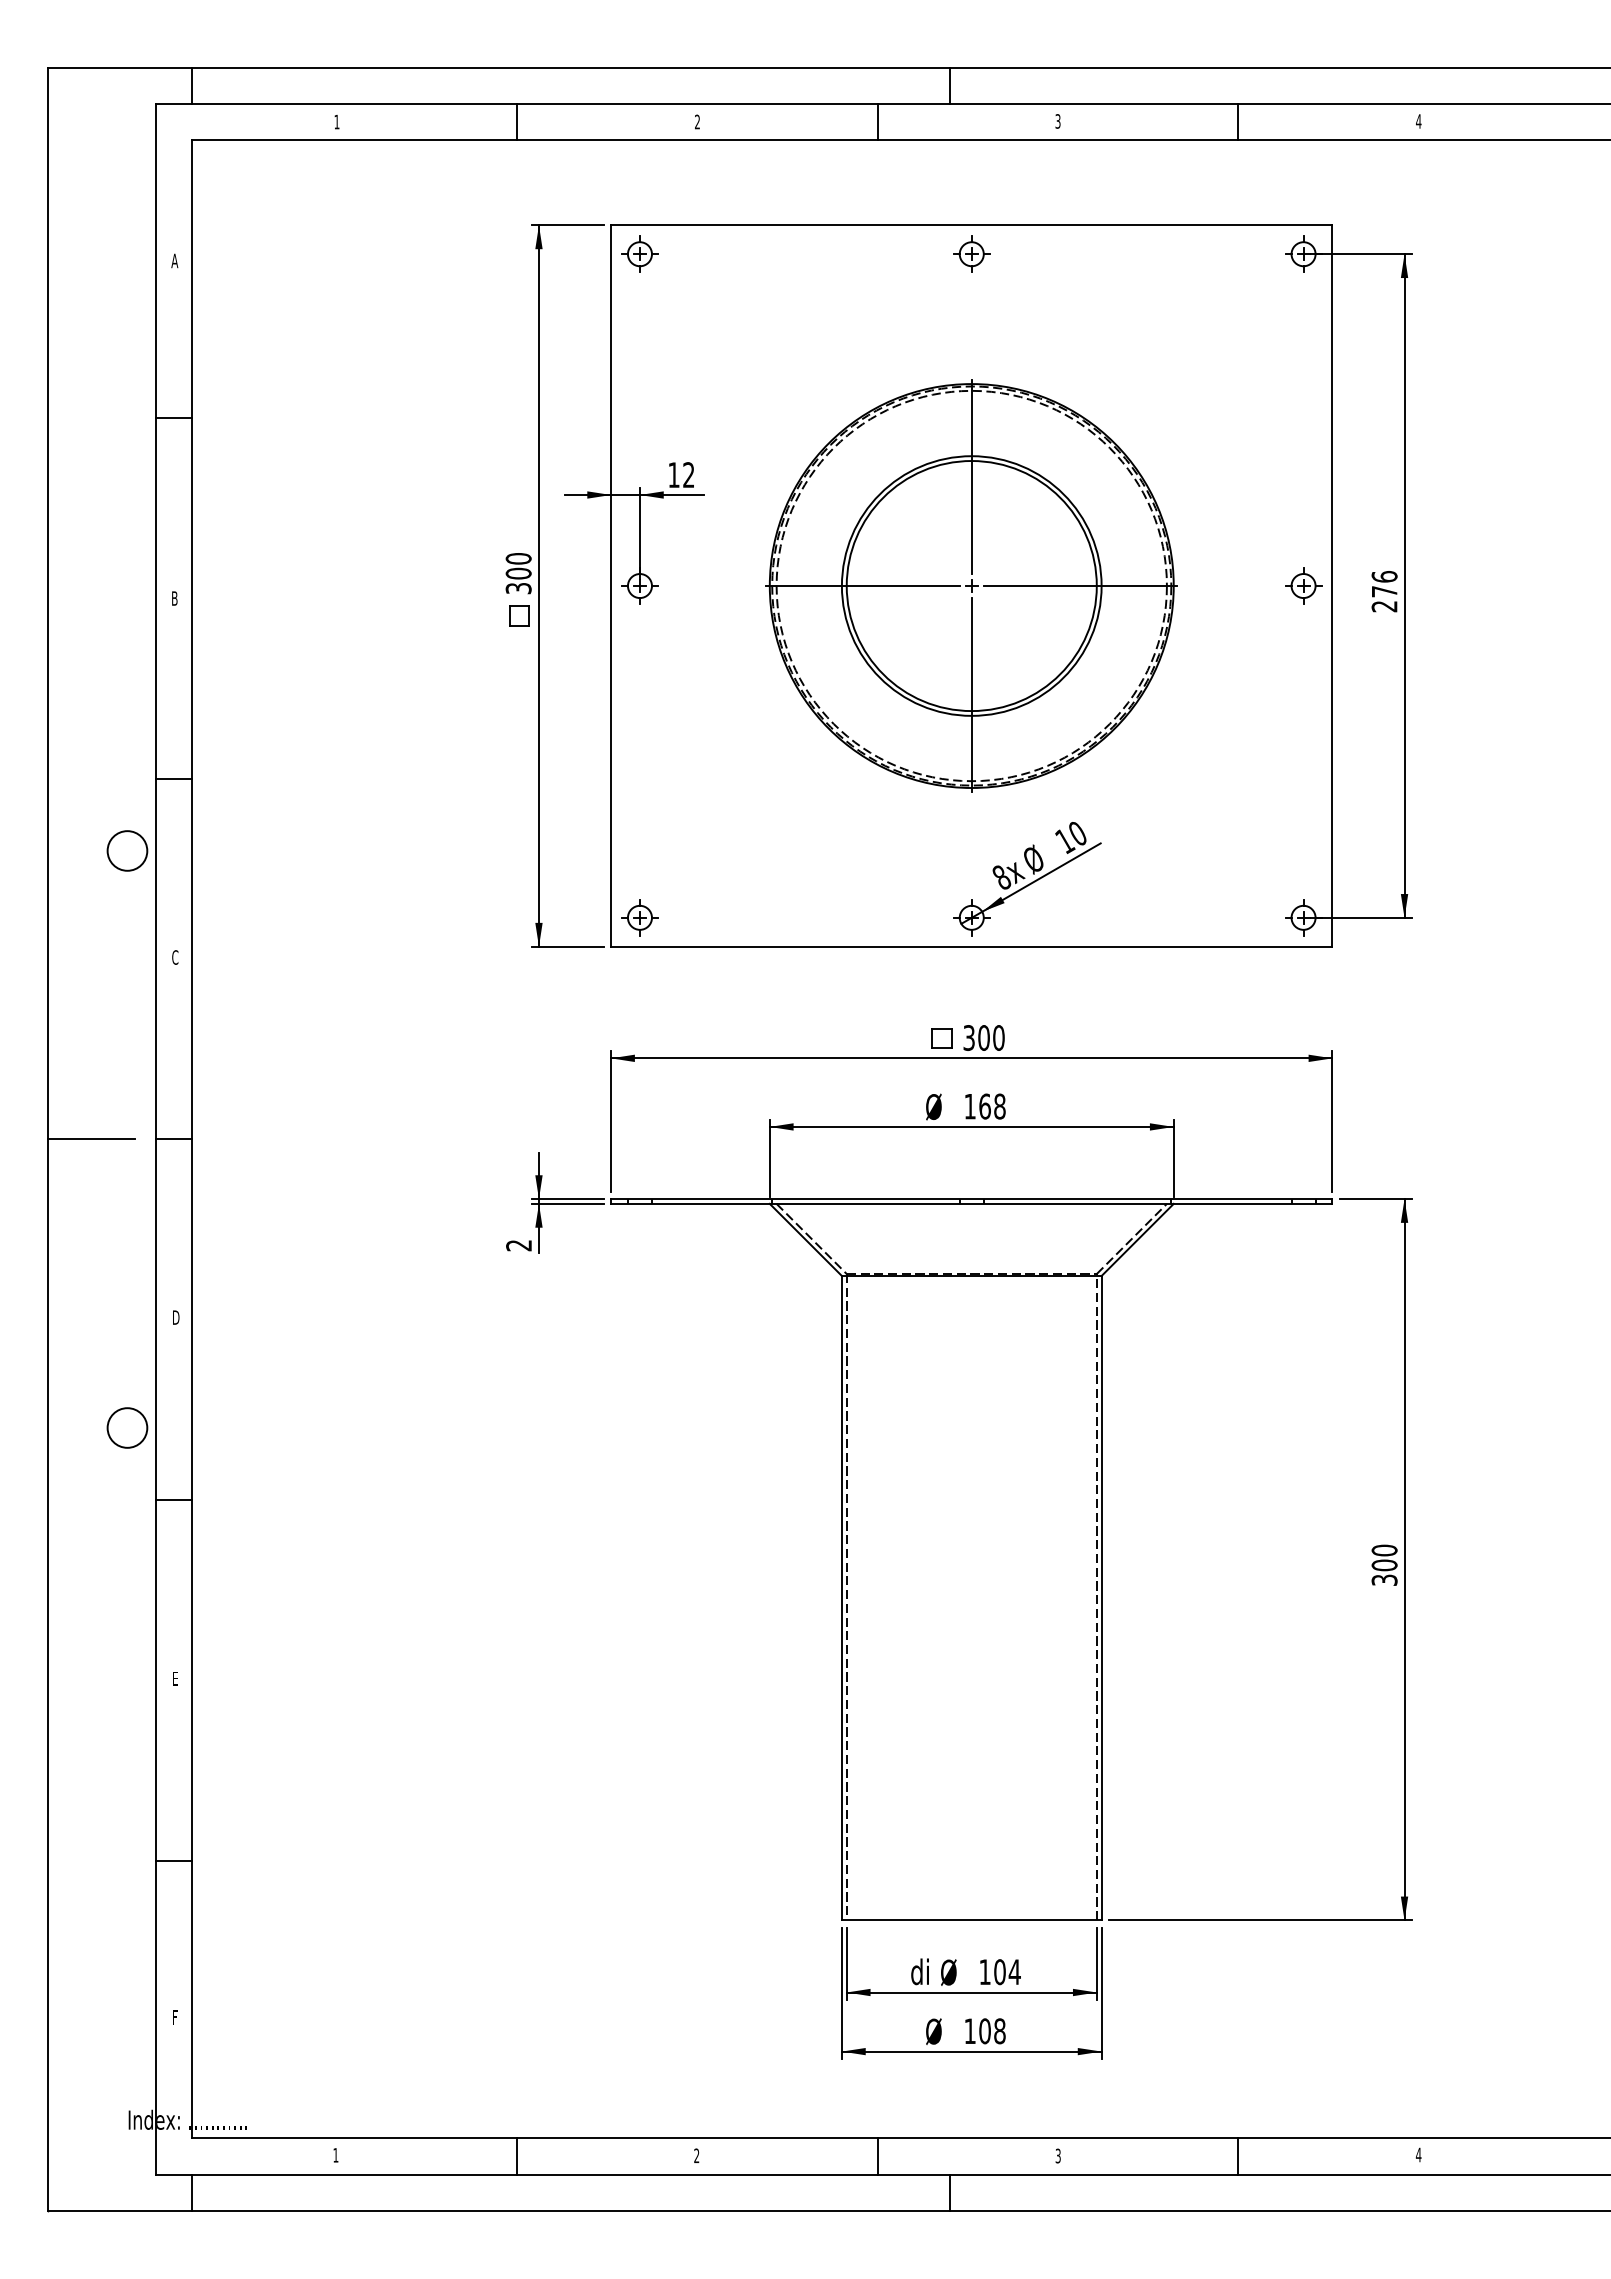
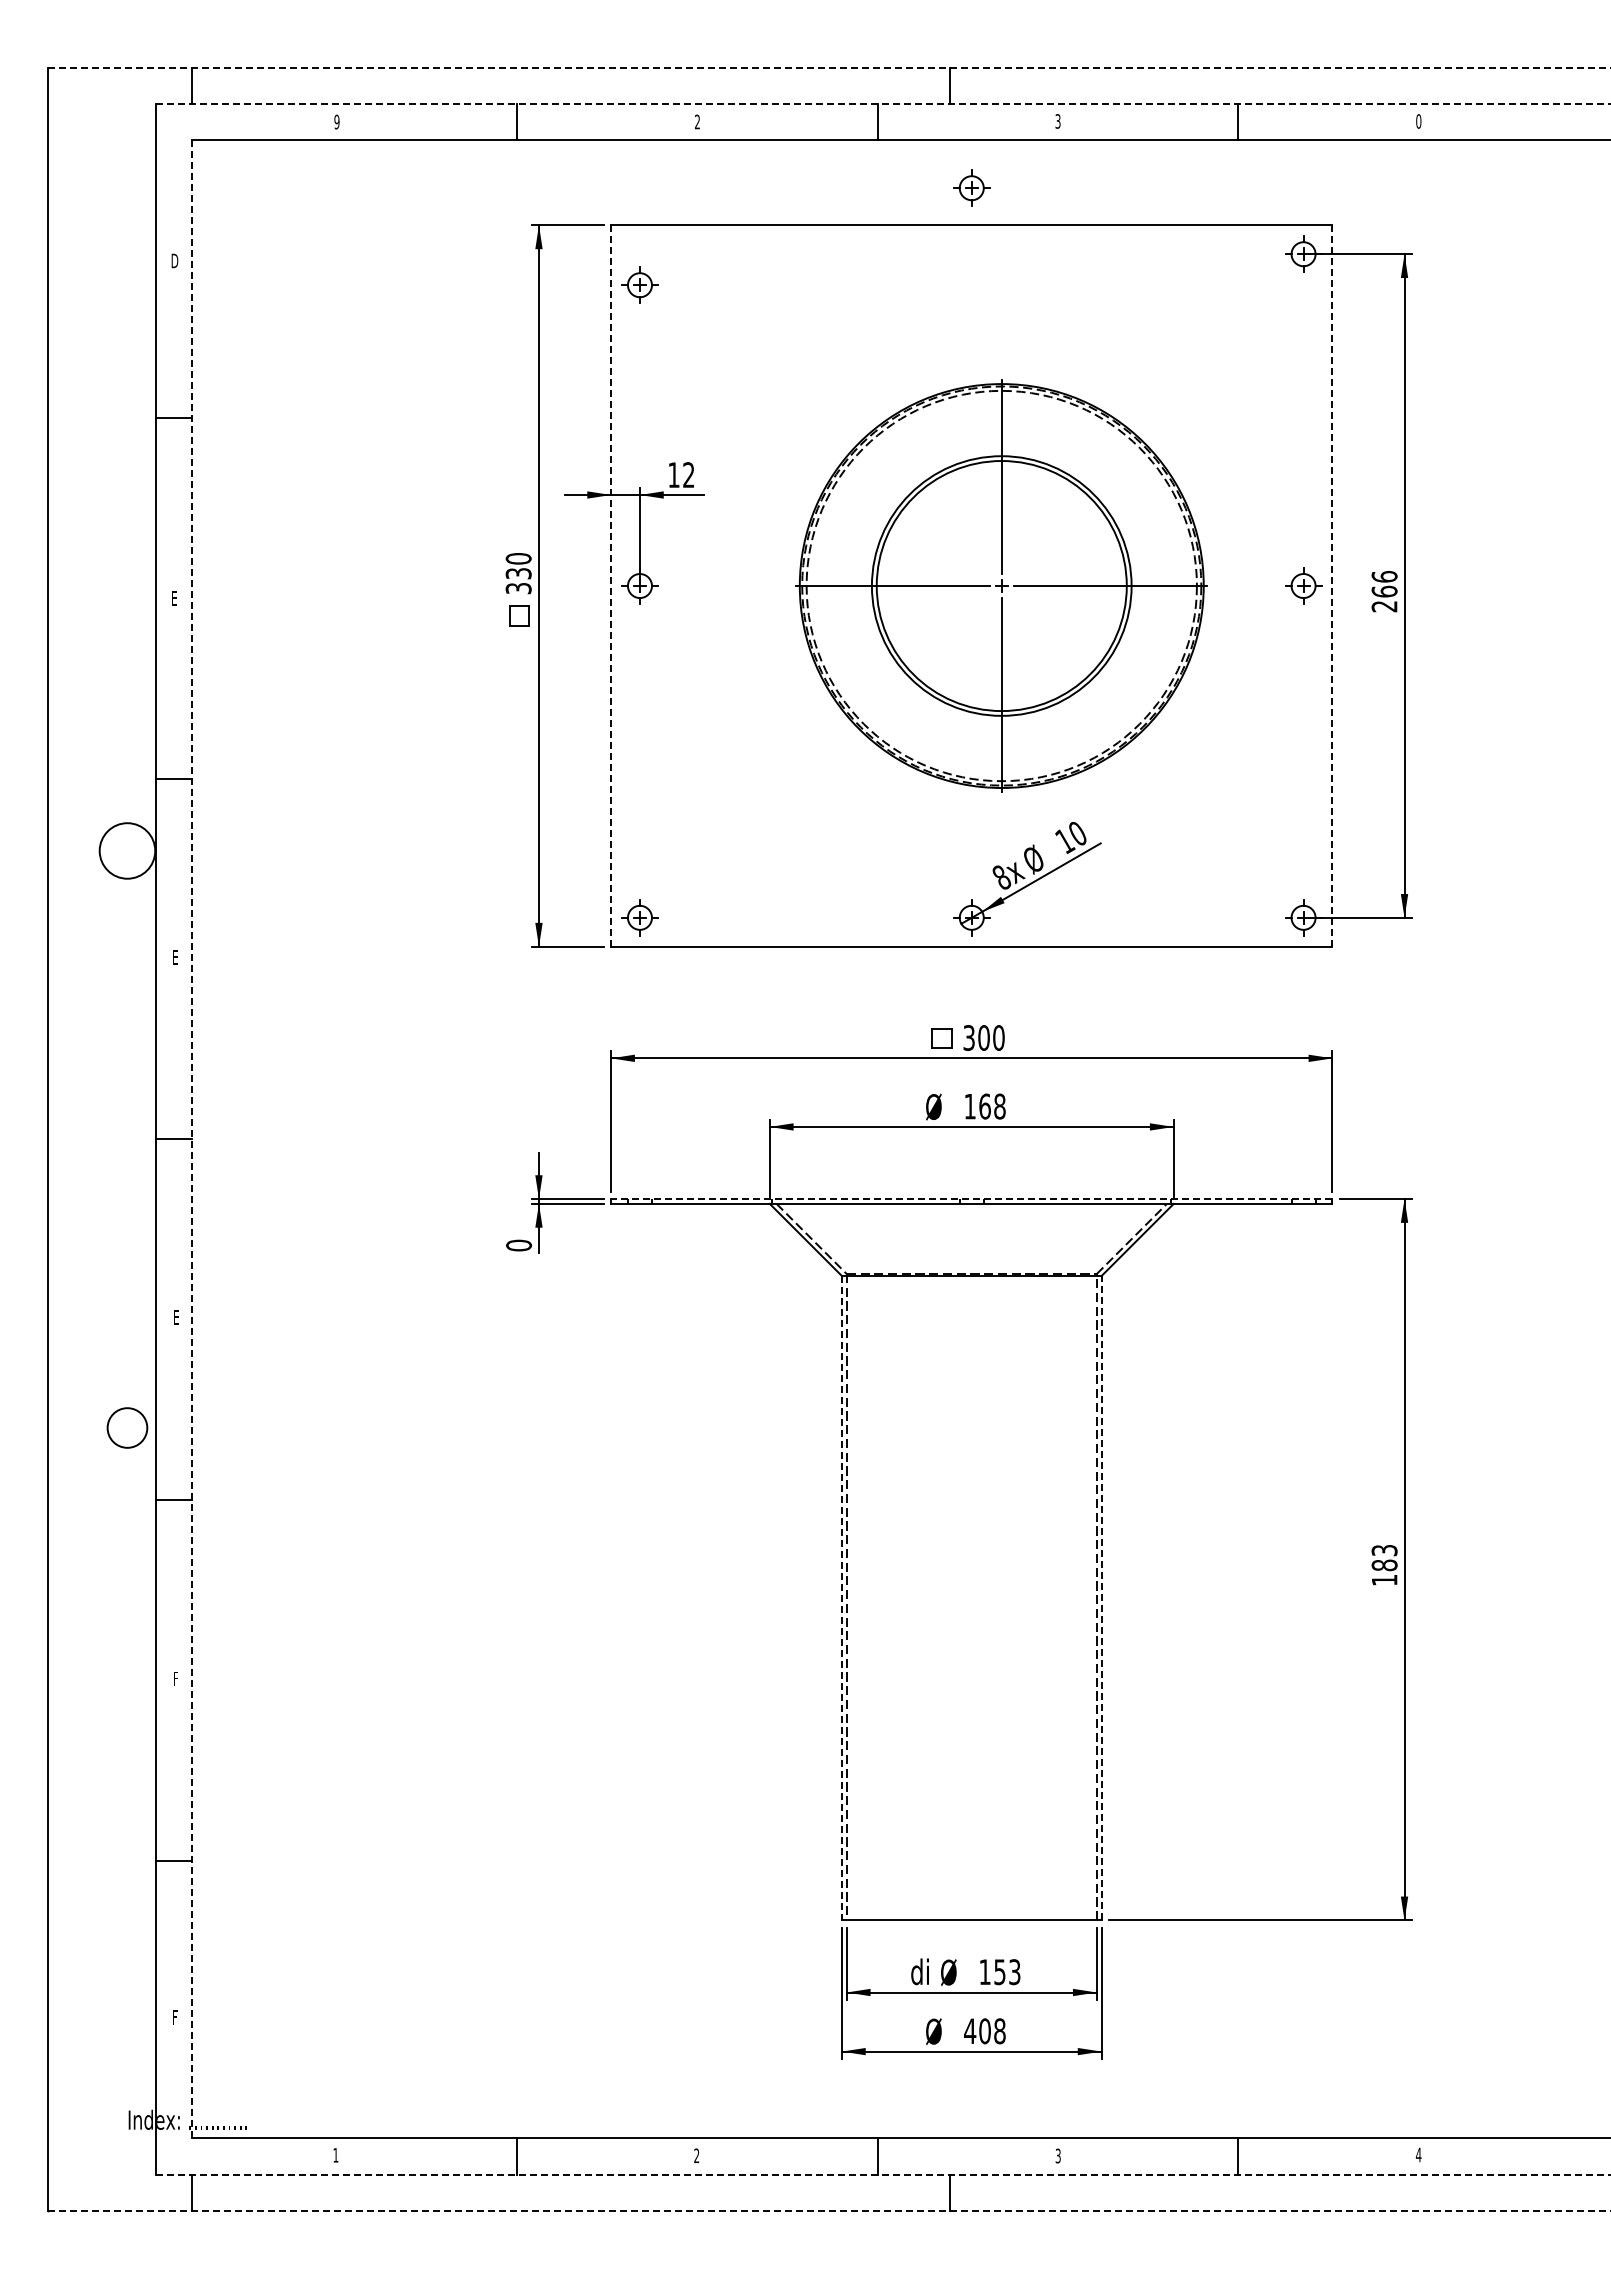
line at (829, 68): solid -> dashed
line at (884, 104): solid -> dashed
text at (336, 121): 1 -> 9
text at (1418, 121): 4 -> 0
part at (639, 253) position: (639, 253) -> (639, 284)
part at (971, 253) position: (971, 253) -> (971, 187)
text at (174, 260): A -> D
text at (518, 573): 300 -> 330
part at (971, 585) position: (971, 585) -> (1001, 585)
line at (611, 586): solid -> dashed
line at (1332, 586): solid -> dashed
text at (1384, 591): 276 -> 266
text at (174, 598): B -> E
circle at (127, 850) diameter: 40 px -> 56 px
text at (175, 957): C -> E
line at (91, 1139): present -> none
line at (192, 1139): solid -> dashed
line at (971, 1199): solid -> dashed
text at (519, 1245): 2 -> 0
text at (176, 1317): D -> E
text at (1384, 1564): 300 -> 183
line at (1101, 1597): solid -> dashed
line at (841, 1598): solid -> dashed
text at (175, 1678): E -> F
text at (1007, 1972): 104 -> 153
text at (970, 2030): 108 -> 408
line at (884, 2174): solid -> dashed
line at (829, 2210): solid -> dashed
